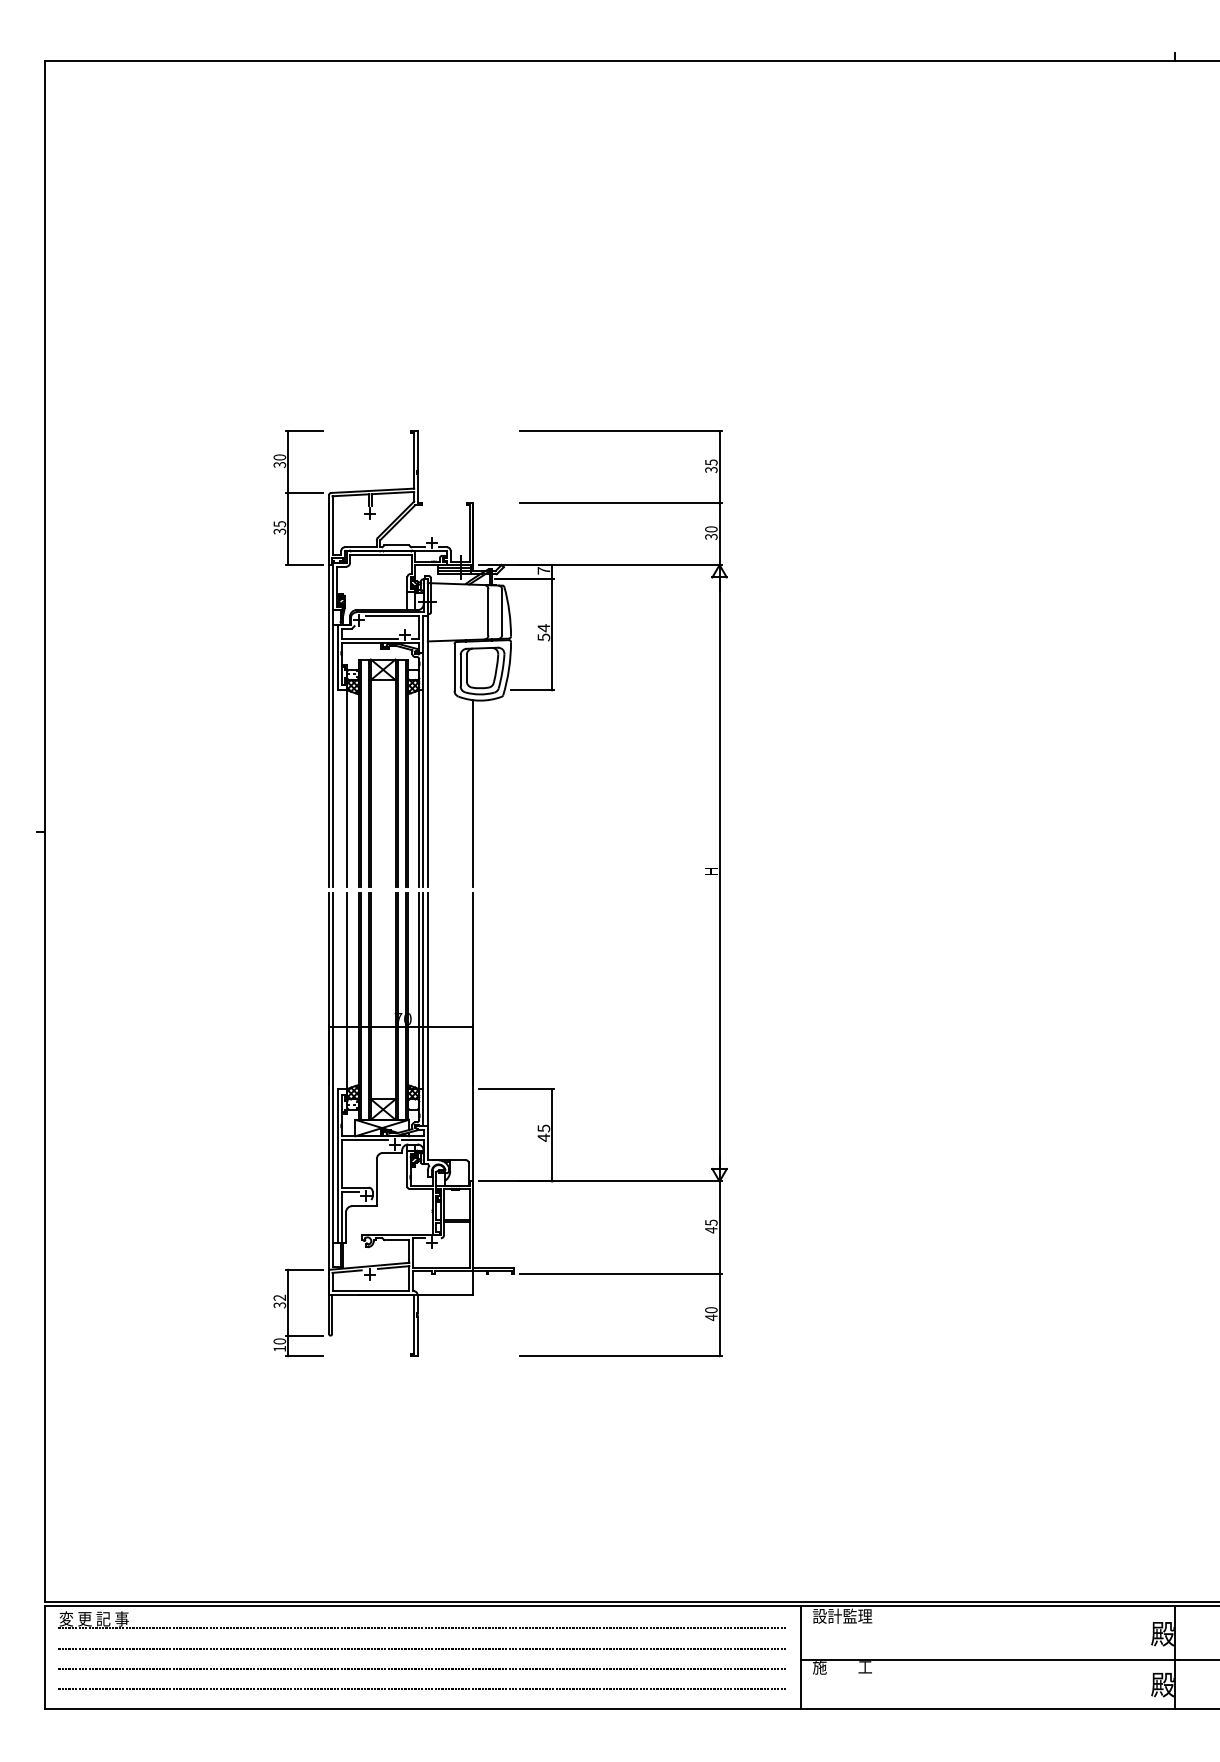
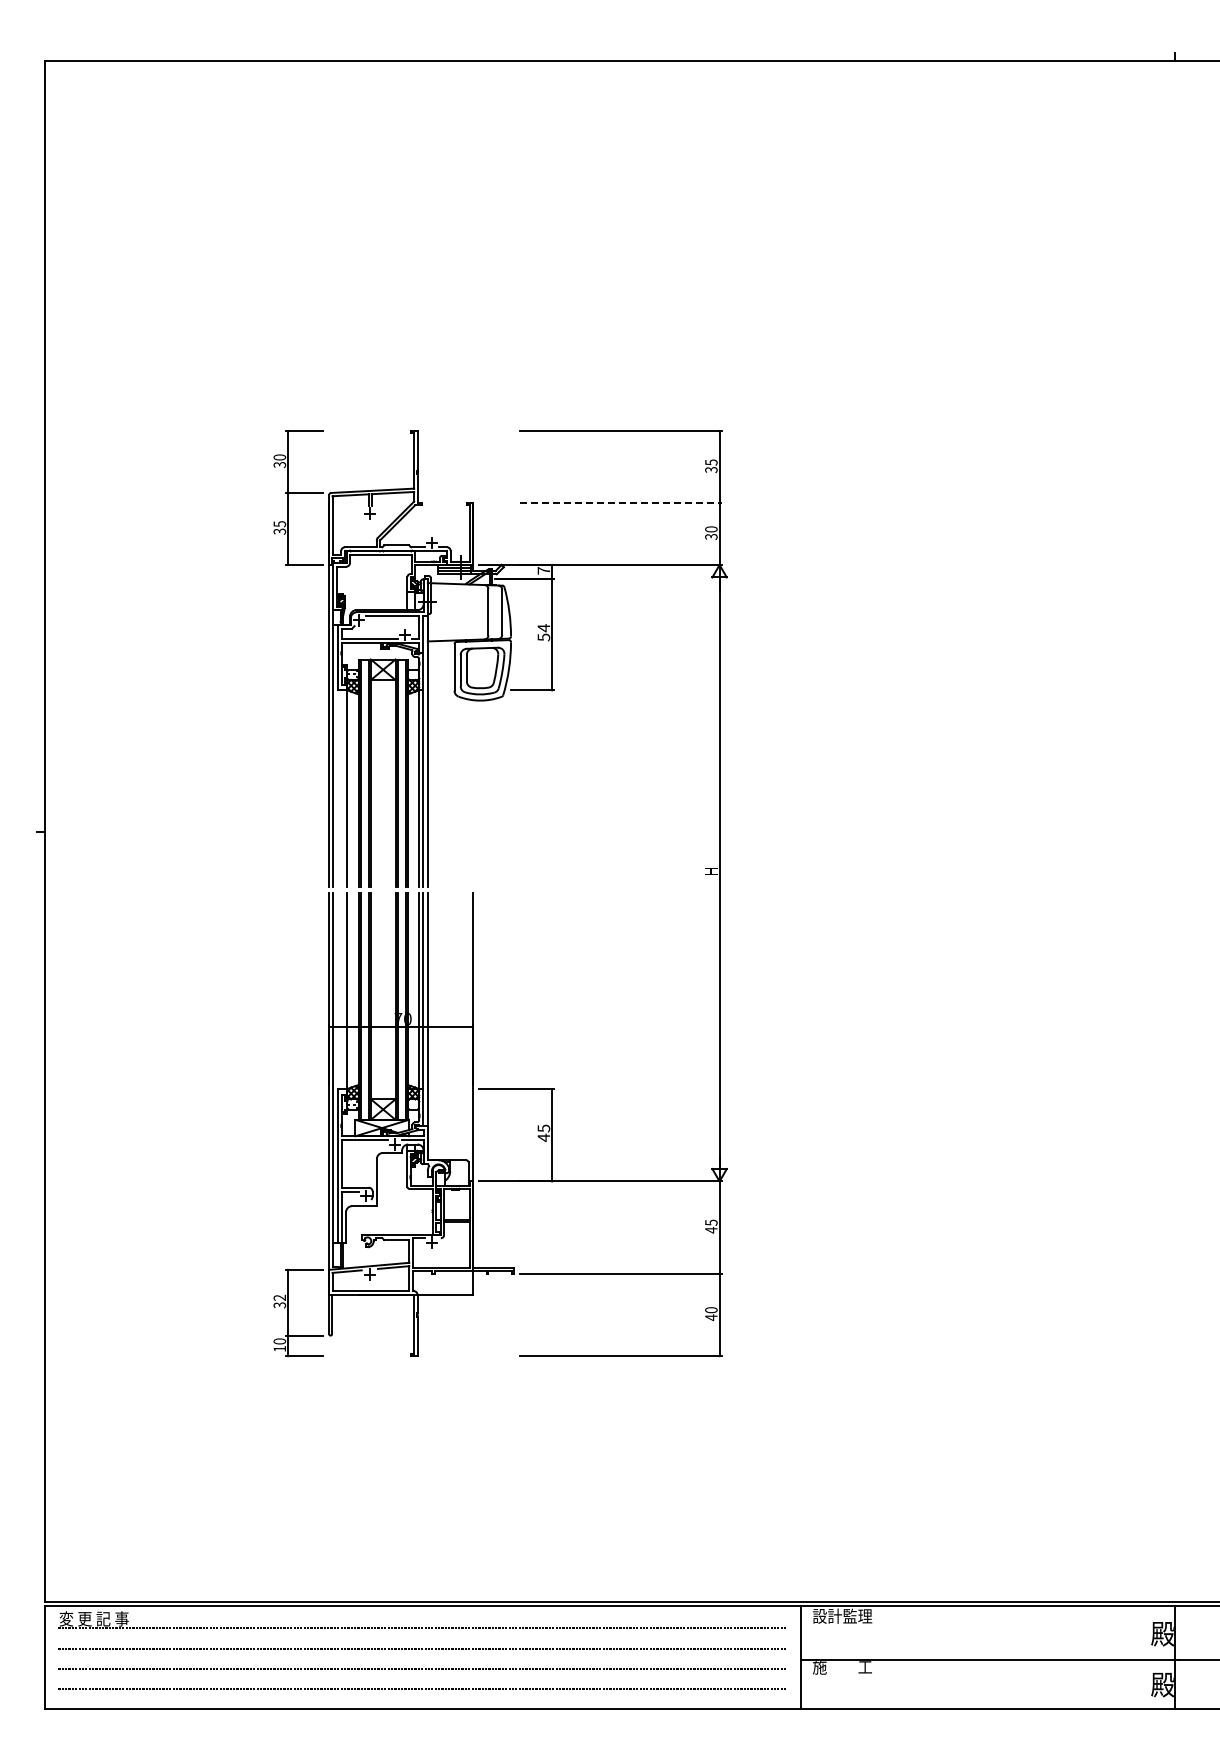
line at (620, 503): solid -> dashed
line at (473, 793): present -> none
